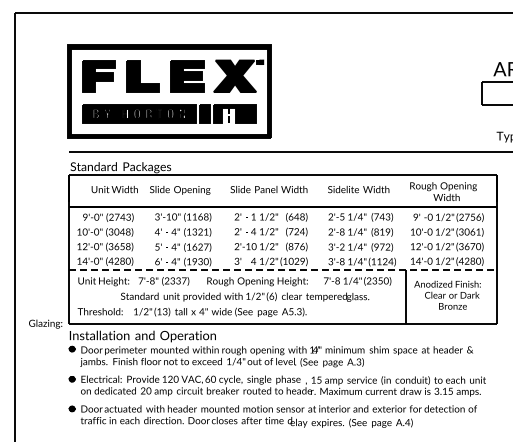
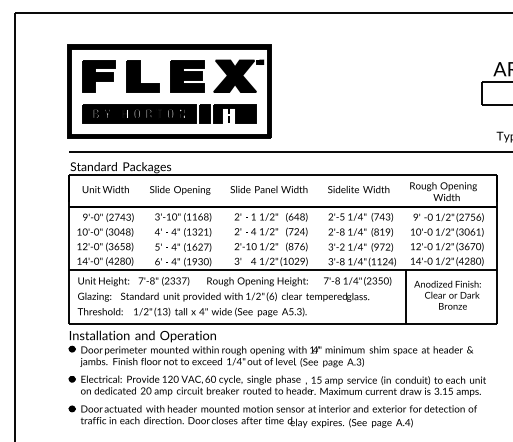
text at (114, 189) position: (114, 189) -> (105, 189)
line at (283, 270): dashed -> solid
text at (45, 323) position: (45, 323) -> (94, 296)
